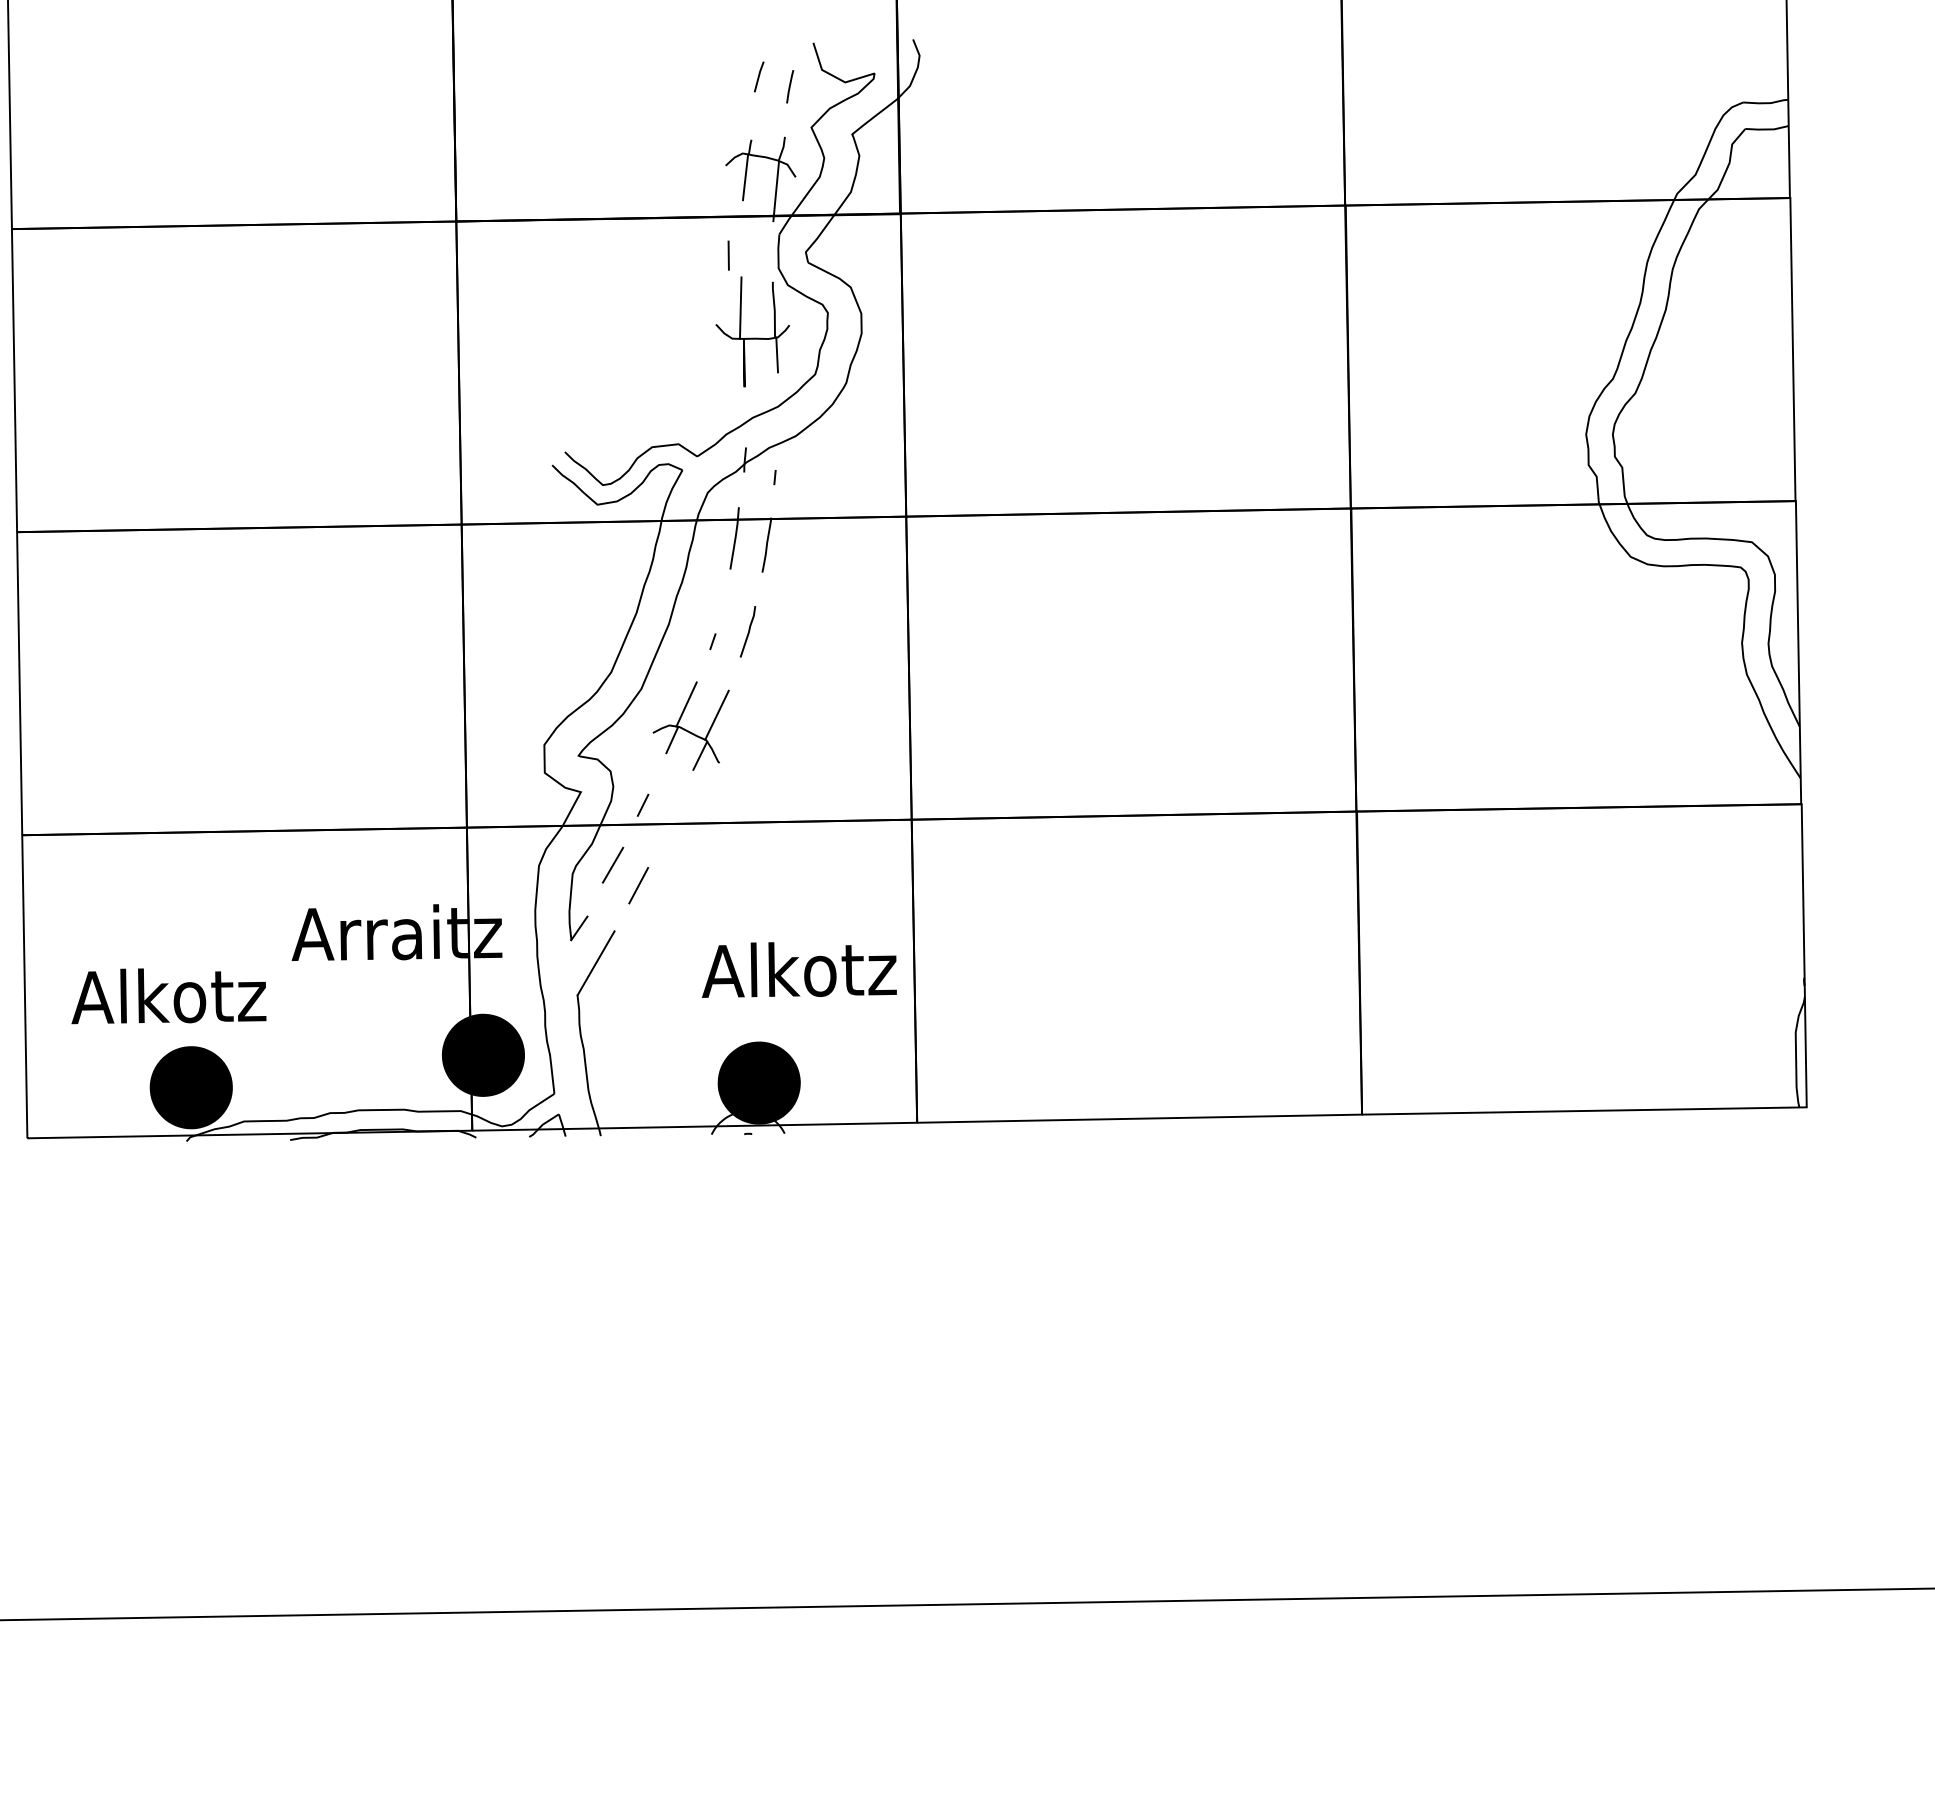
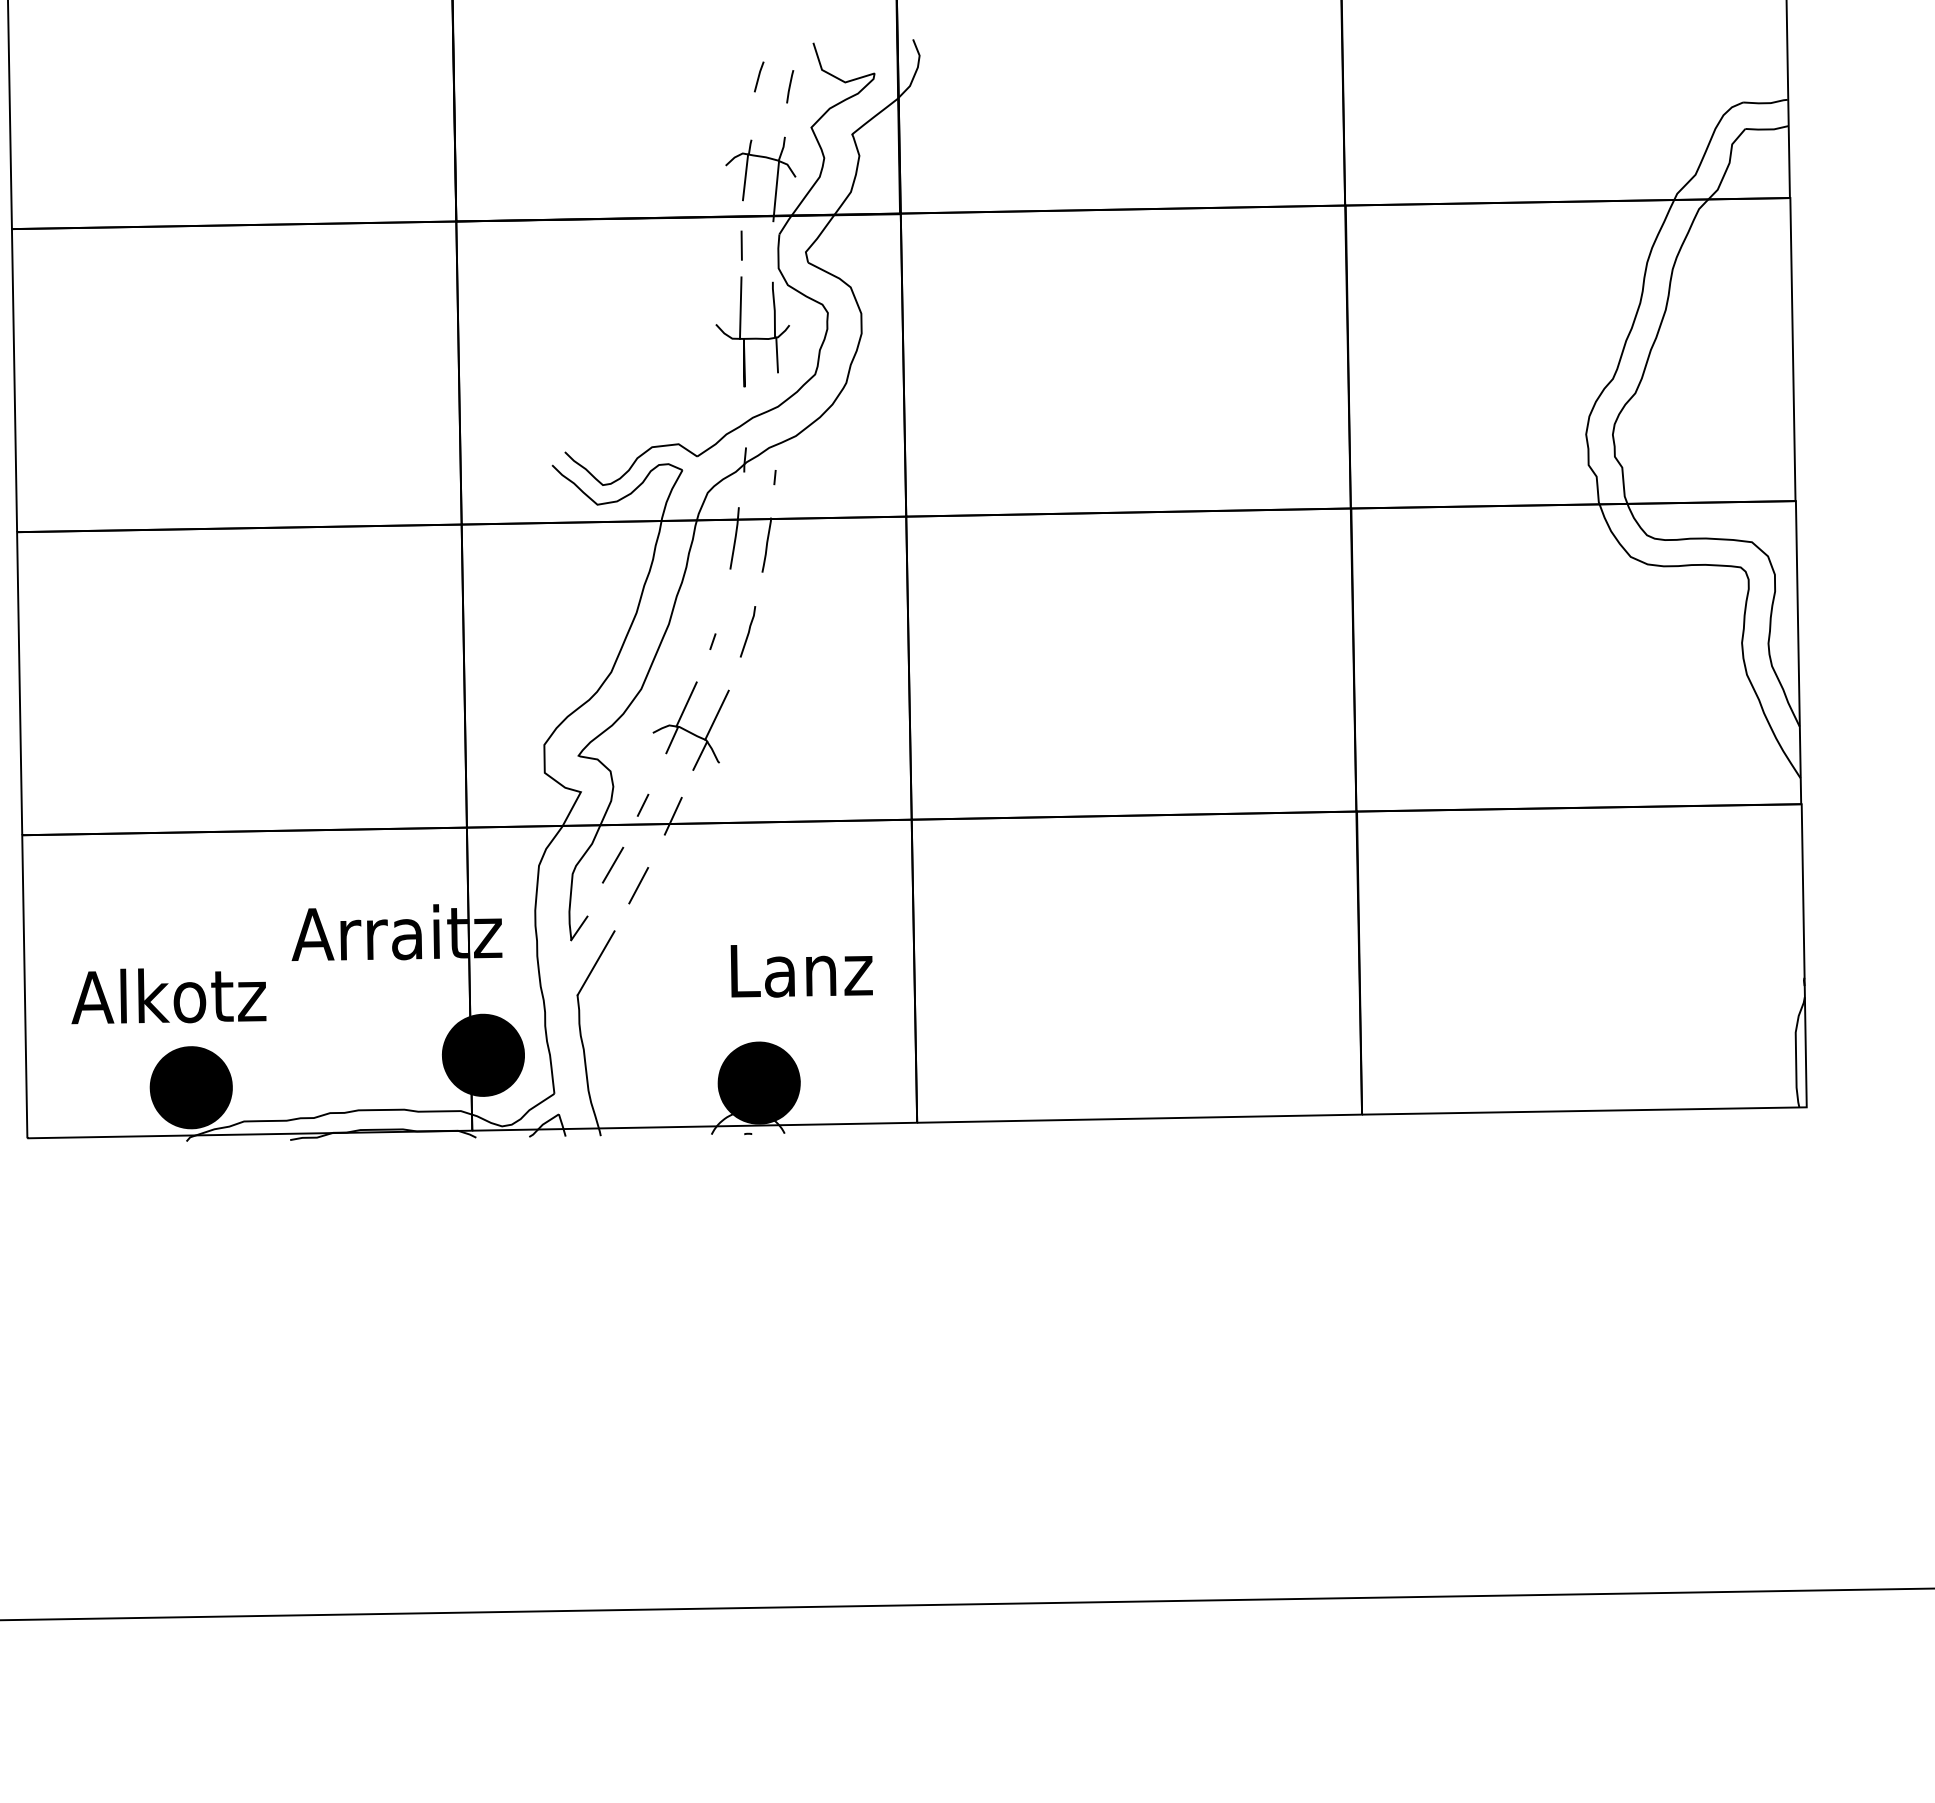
line at (728, 255) position: (728, 255) -> (741, 245)
line at (672, 815): none -> present
text at (799, 969): Alkotz -> Lanz
